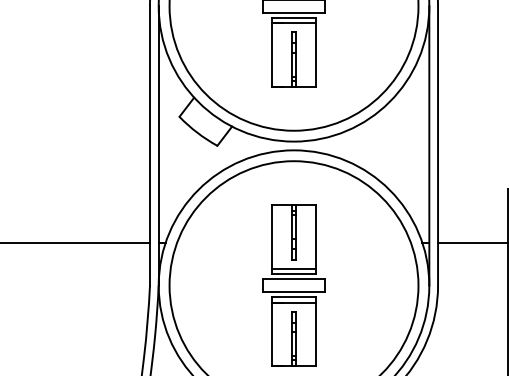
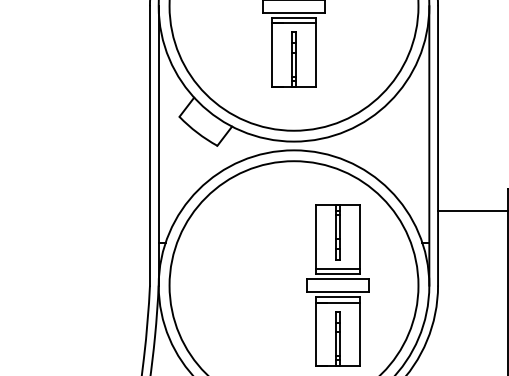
line at (75, 242): present -> none
line at (471, 242) position: (471, 242) -> (471, 210)
part at (293, 285) position: (293, 285) -> (337, 285)
